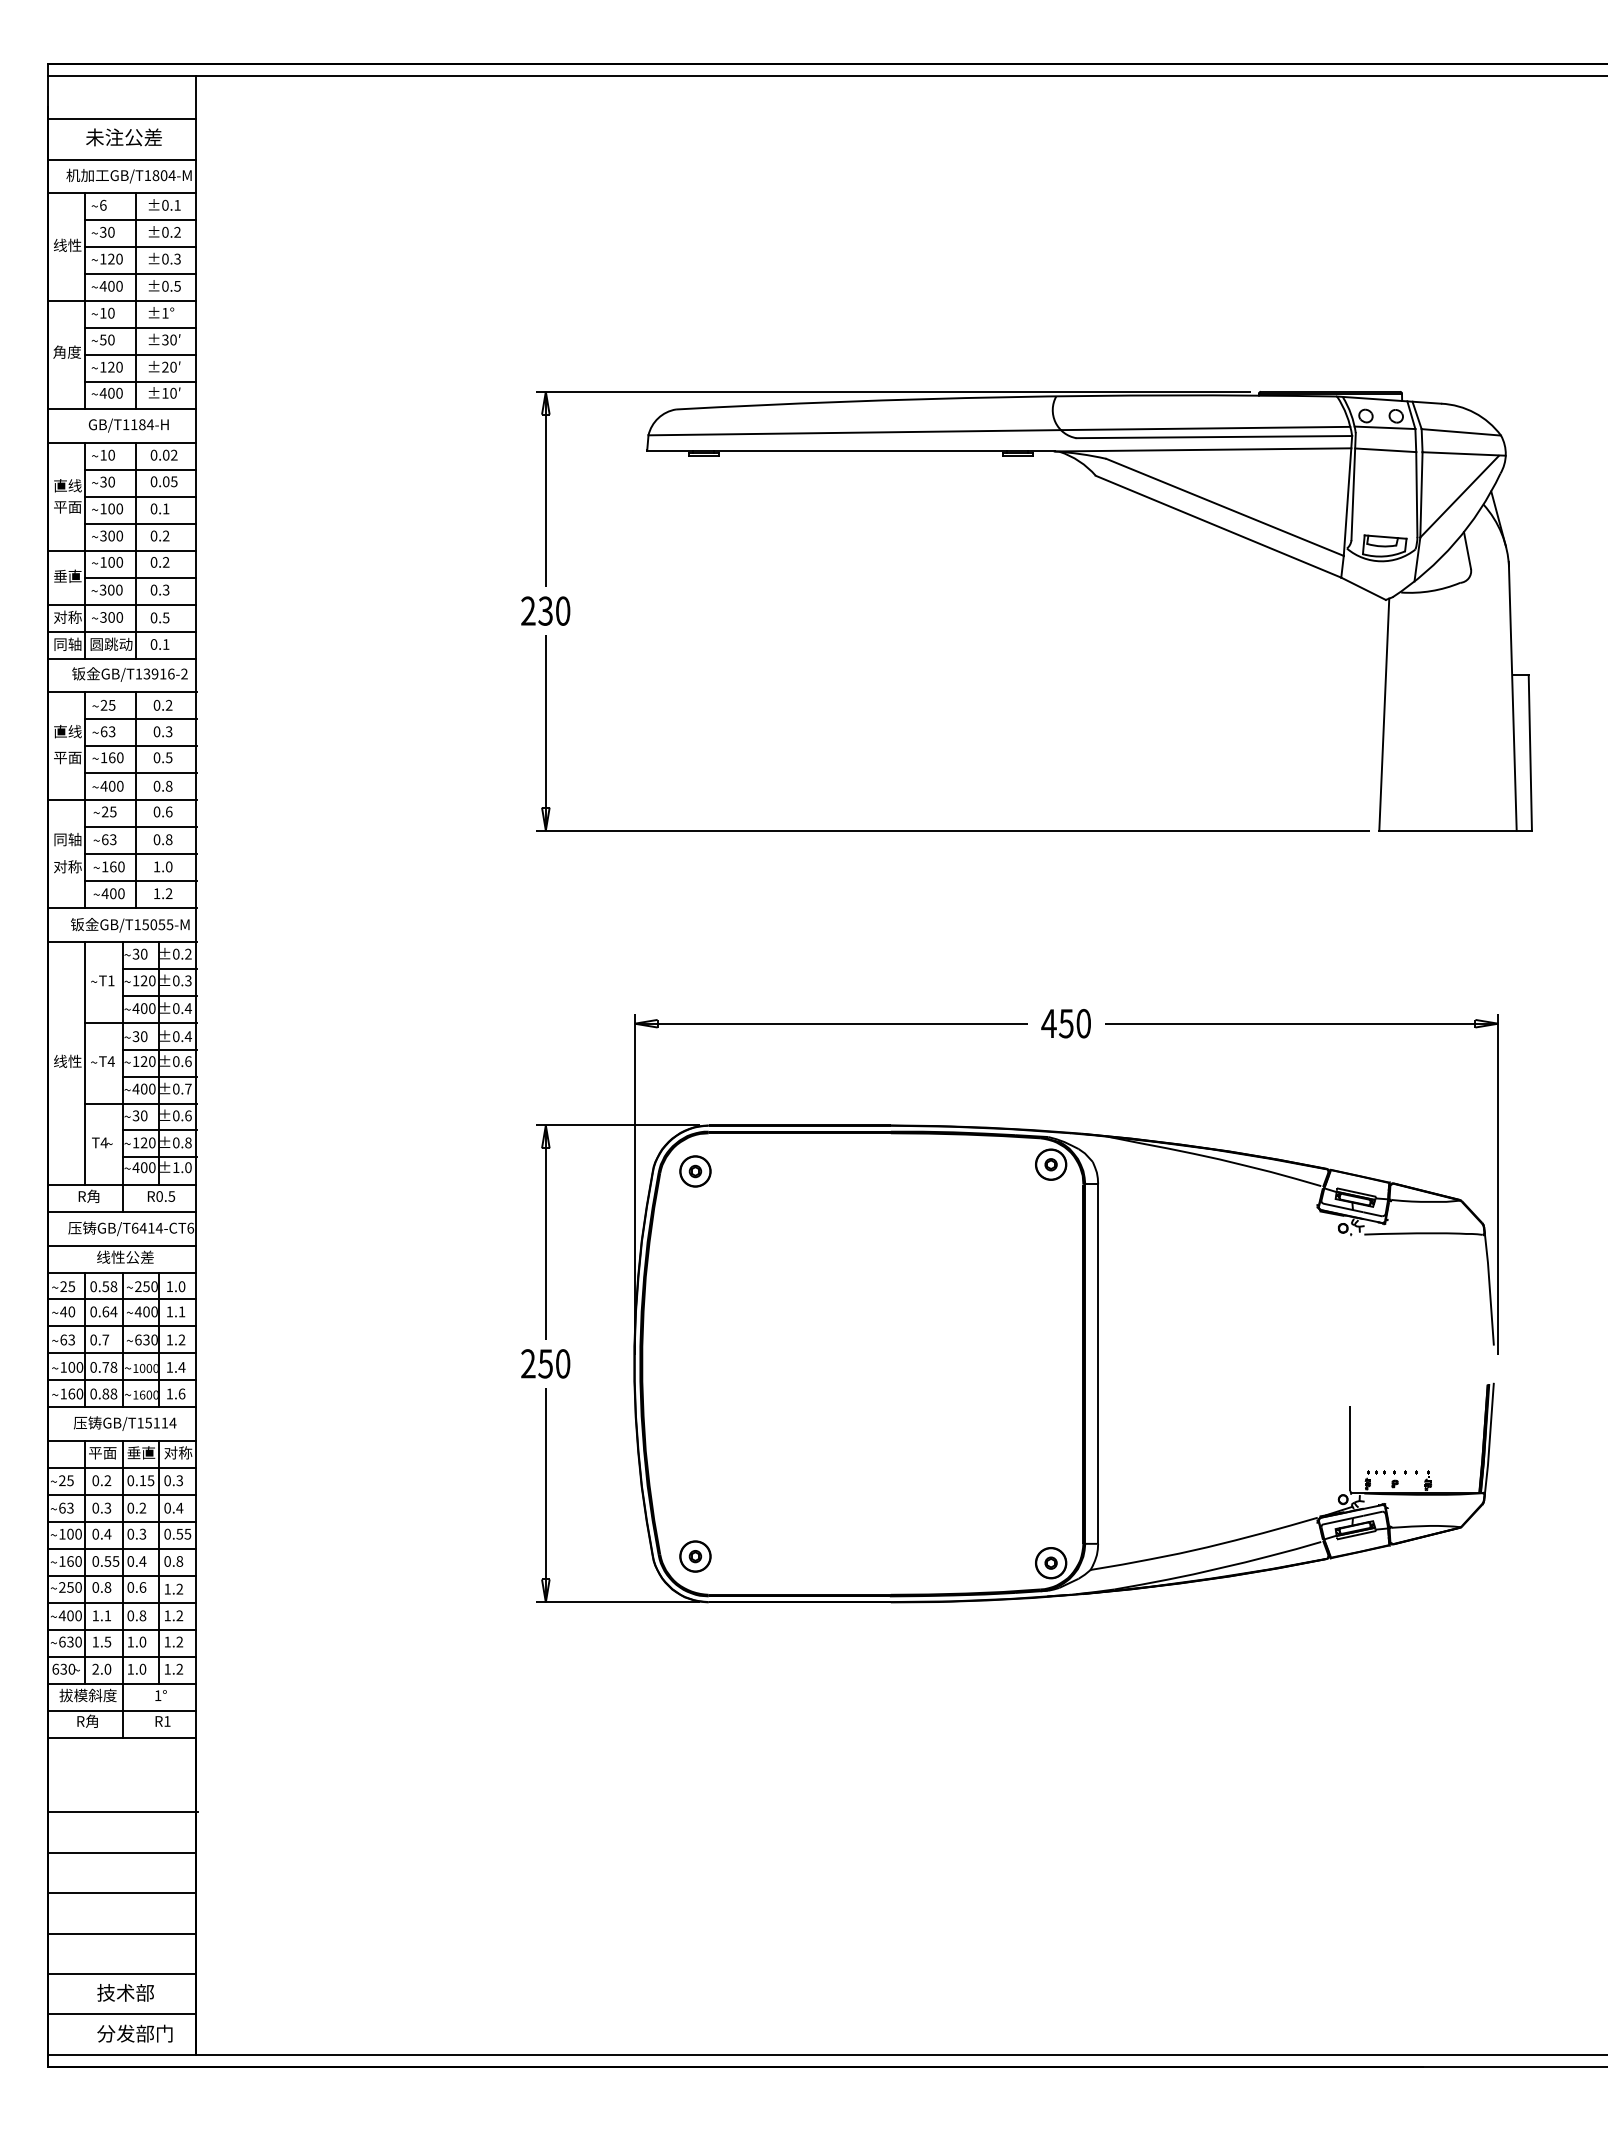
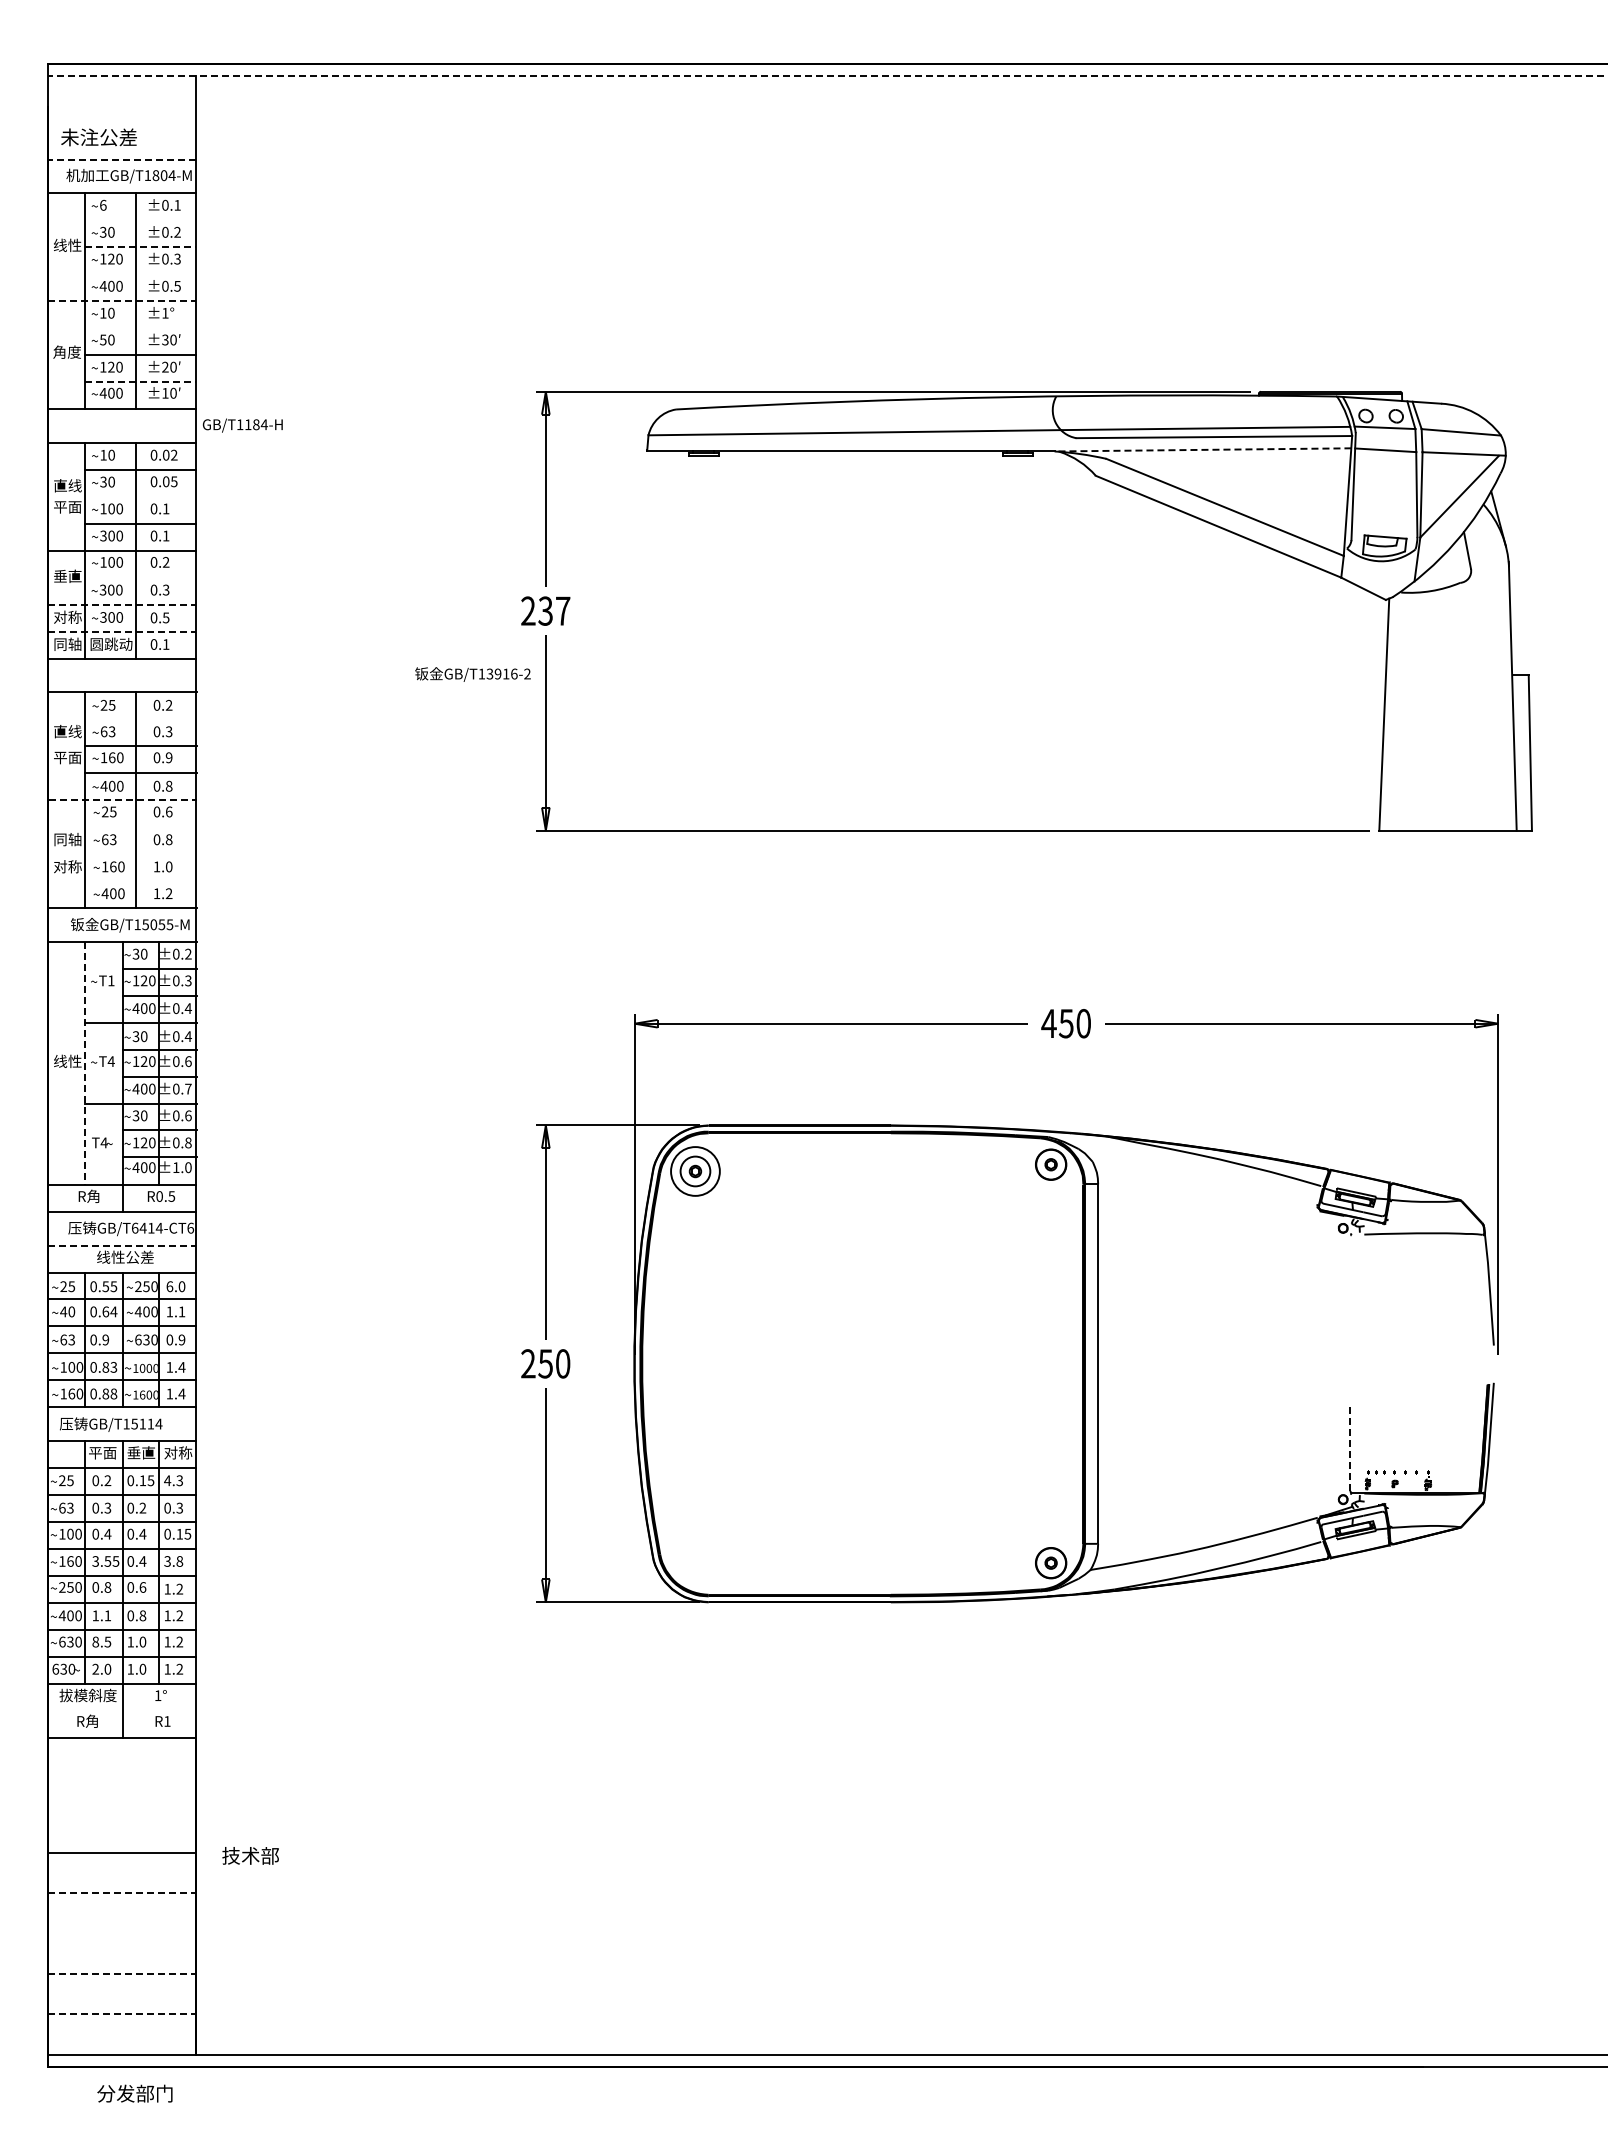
line at (827, 76): solid -> dashed
line at (122, 119): present -> none
text at (123, 137) position: (123, 137) -> (98, 137)
line at (121, 159): solid -> dashed
line at (140, 220): present -> none
line at (140, 247): solid -> dashed
line at (140, 274): present -> none
line at (122, 301): solid -> dashed
line at (140, 328): present -> none
line at (140, 382): solid -> dashed
text at (128, 425) position: (128, 425) -> (242, 425)
line at (1202, 449): solid -> dashed
line at (140, 496): present -> none
text at (166, 535): 0.2 -> 0.1
line at (140, 577): present -> none
line at (122, 604): solid -> dashed
text at (563, 610): 230 -> 237
line at (122, 631): solid -> dashed
text at (129, 674) position: (129, 674) -> (472, 674)
line at (141, 719): present -> none
text at (168, 757): 0.5 -> 0.9
line at (123, 800): solid -> dashed
line at (141, 827): present -> none
line at (141, 854): present -> none
line at (141, 881): present -> none
line at (85, 1063): solid -> dashed
circle at (695, 1171) diameter: 31 px -> 49 px
line at (122, 1245): solid -> dashed
text at (113, 1286): 0.58 -> 0.55
text at (169, 1286): 1.0 -> 6.0
text at (105, 1339): 0.7 -> 0.9
text at (175, 1339): 1.2 -> 0.9
text at (109, 1367): 0.78 -> 0.83
text at (181, 1393): 1.6 -> 1.4
text at (125, 1423) position: (125, 1423) -> (111, 1424)
line at (1349, 1448): solid -> dashed
text at (167, 1480): 0.3 -> 4.3
text at (179, 1507): 0.4 -> 0.3
text at (142, 1533): 0.3 -> 0.4
text at (179, 1534): 0.55 -> 0.15
part at (695, 1556): present -> none
text at (95, 1561): 0.55 -> 3.55
text at (167, 1561): 0.8 -> 3.8
text at (95, 1641): 1.5 -> 8.5
line at (122, 1710): present -> none
line at (122, 1812): present -> none
line at (122, 1893): solid -> dashed
line at (122, 1933): present -> none
line at (122, 1974): solid -> dashed
text at (125, 1992) position: (125, 1992) -> (250, 1855)
line at (122, 2014): solid -> dashed
text at (134, 2033) position: (134, 2033) -> (134, 2093)
